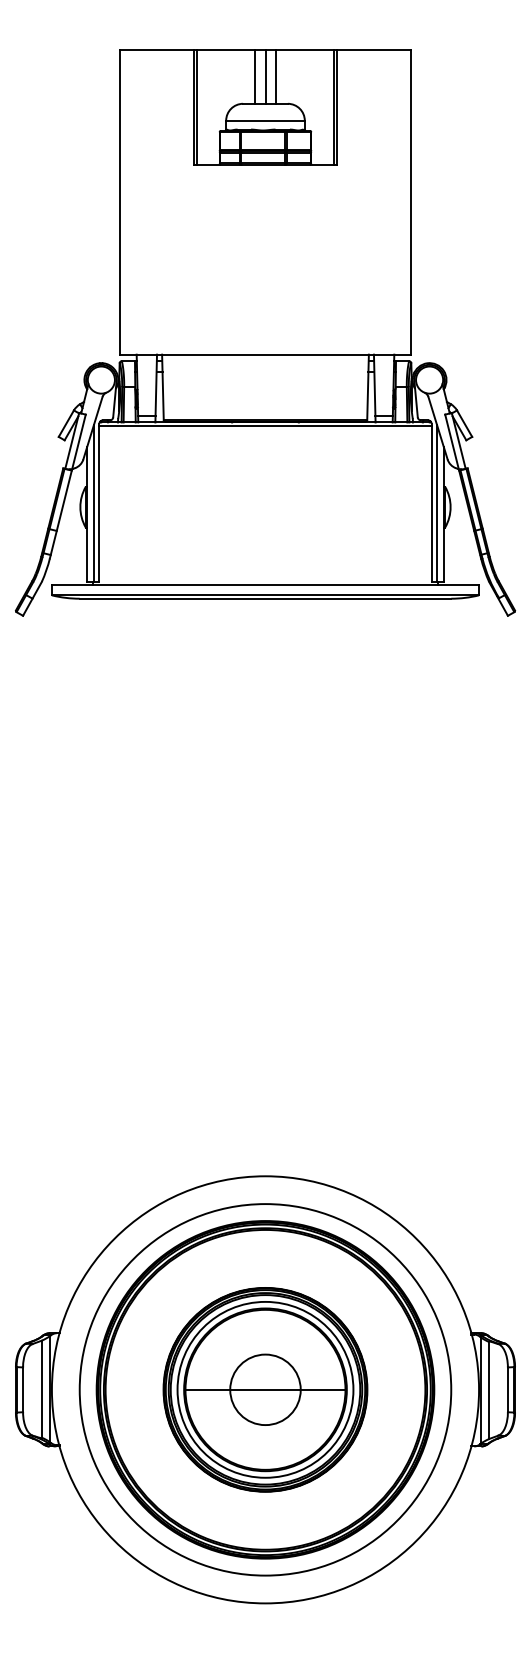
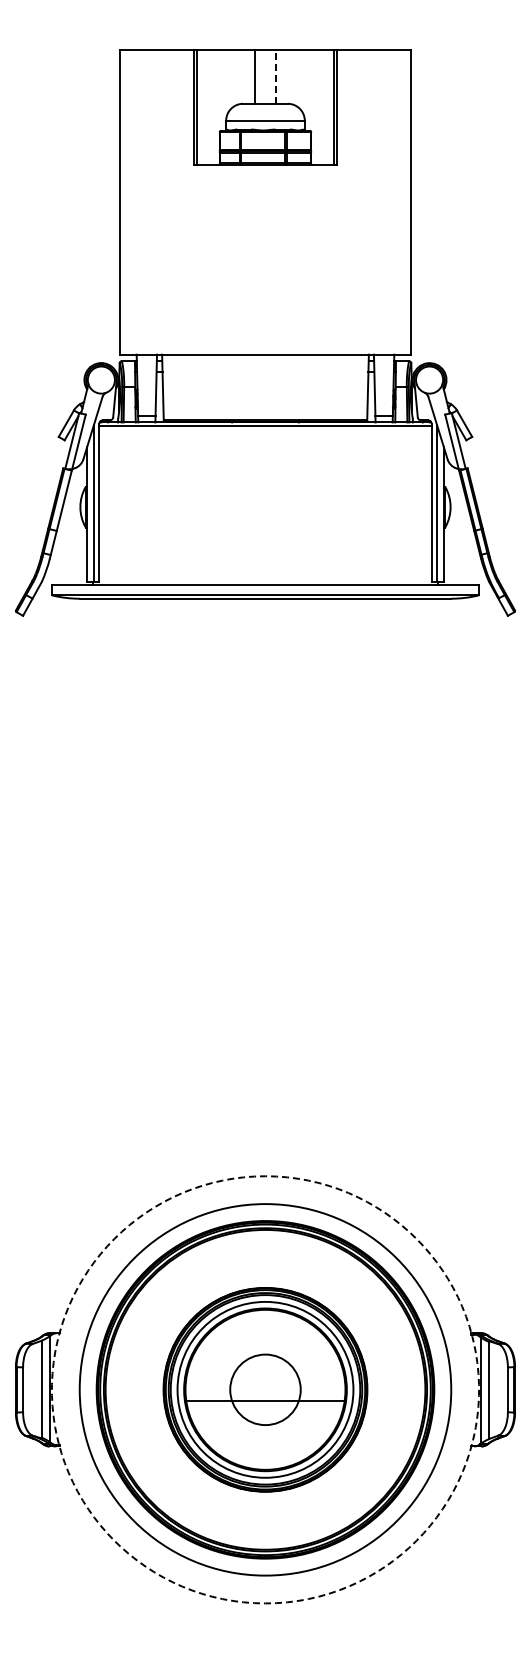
line at (265, 76): present -> none
line at (275, 76): solid -> dashed
circle at (265, 1389): solid -> dashed
line at (265, 1389) position: (265, 1389) -> (265, 1400)
